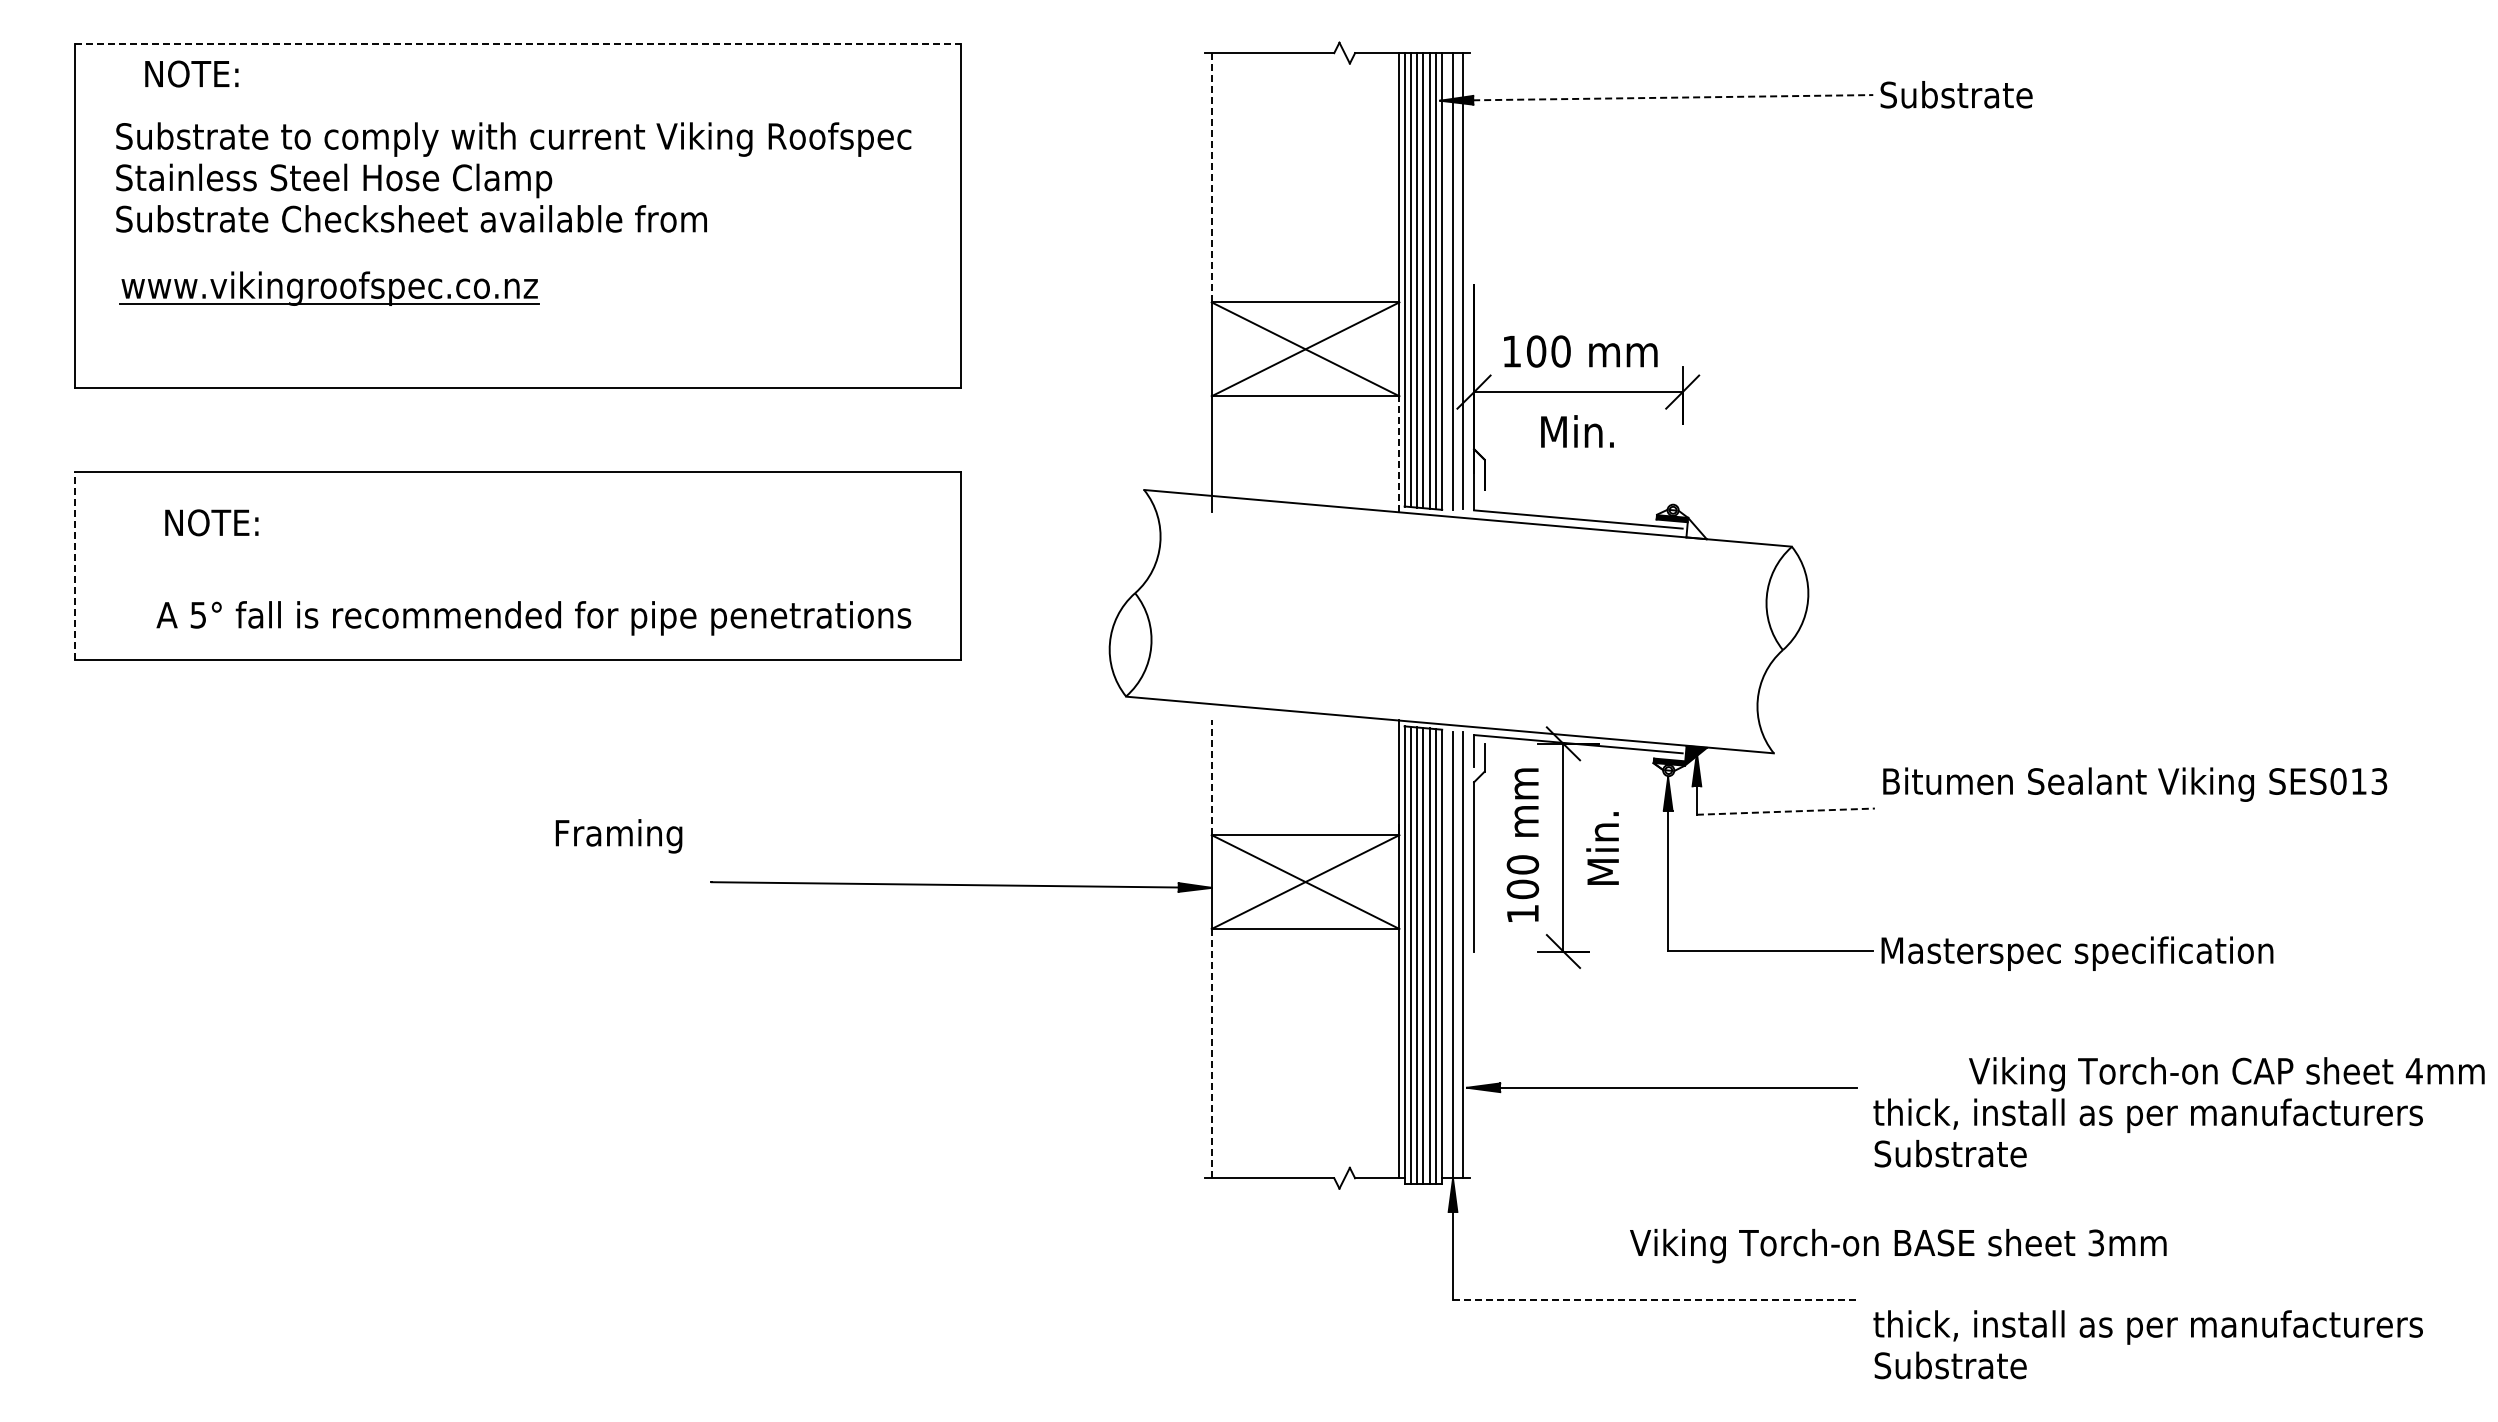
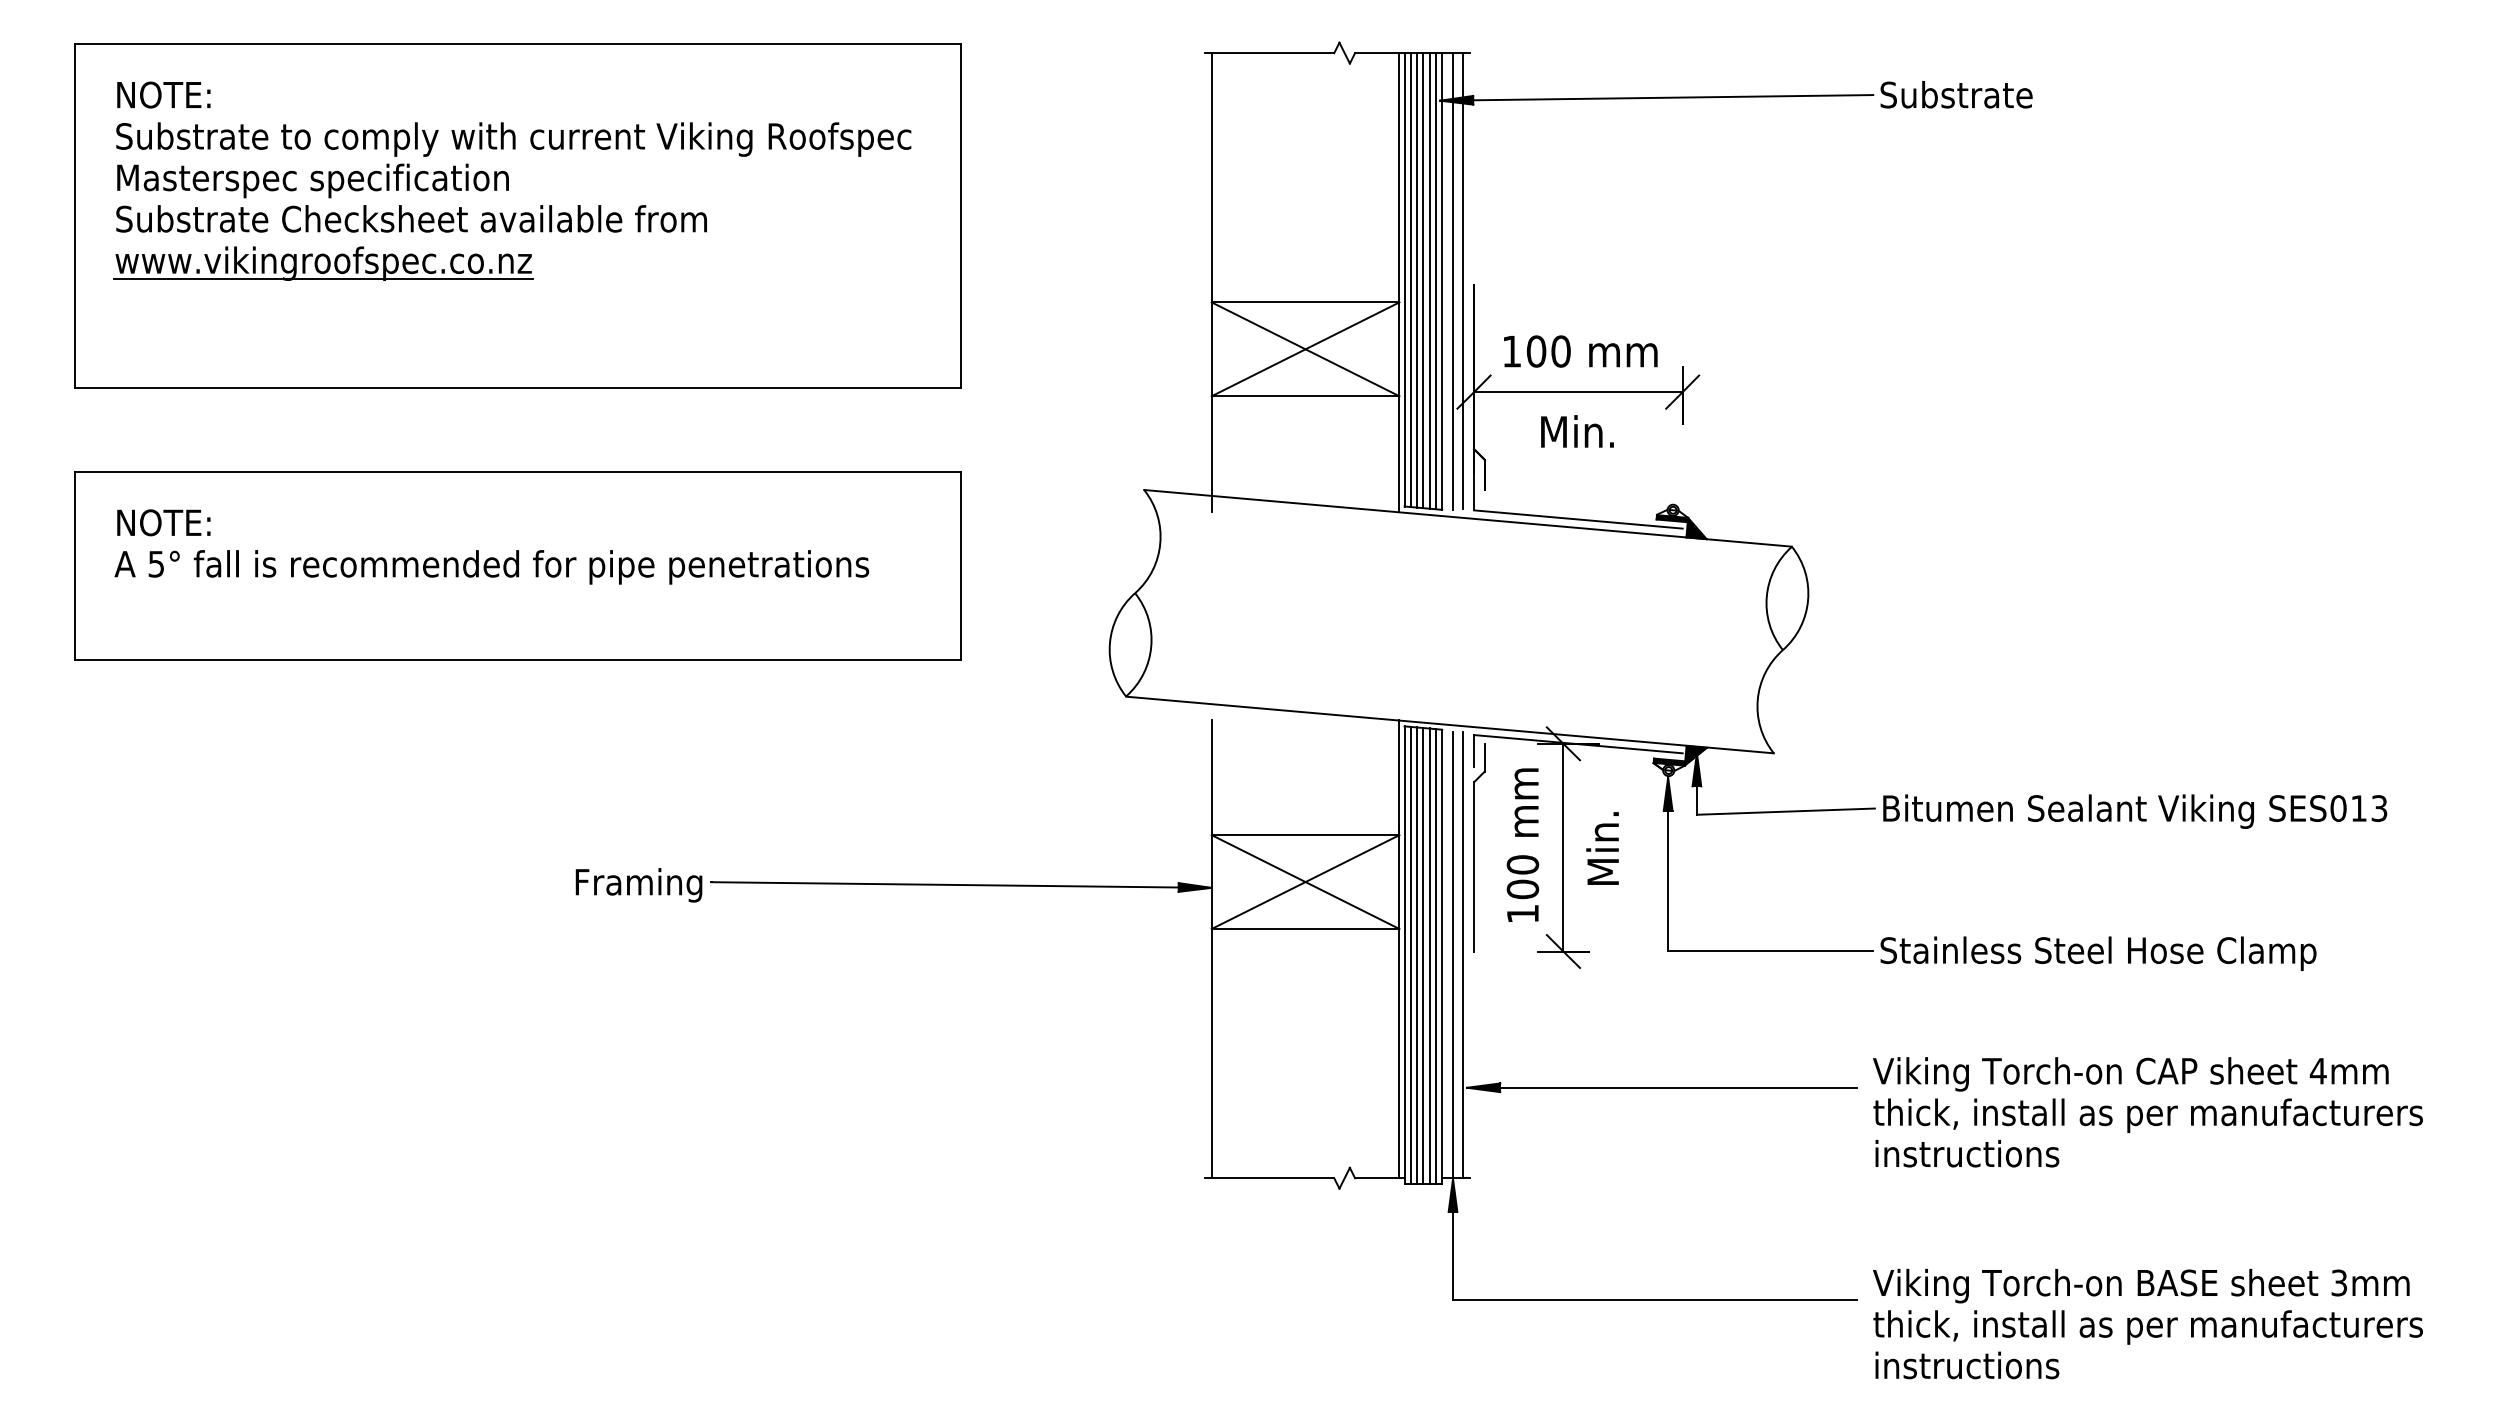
line at (518, 44): dashed -> solid
text at (191, 73) position: (191, 73) -> (163, 94)
line at (1656, 97): dashed -> solid
line at (1211, 177): dashed -> solid
text at (334, 180): Stainless Steel Hose Clamp -> Masterspec specification
part at (329, 288) position: (329, 288) -> (323, 263)
line at (1399, 454): dashed -> solid
text at (211, 522) position: (211, 522) -> (163, 522)
fill at (1696, 528): none -> present
line at (74, 566): dashed -> solid
text at (533, 618) position: (533, 618) -> (491, 567)
line at (1211, 777): dashed -> solid
text at (2135, 784) position: (2135, 784) -> (2135, 811)
line at (1786, 811): dashed -> solid
text at (618, 836) position: (618, 836) -> (638, 885)
text at (2098, 953): Masterspec specification -> Stainless Steel Hose Clamp
line at (1211, 1053): dashed -> solid
text at (2226, 1074) position: (2226, 1074) -> (2130, 1074)
text at (1966, 1153): Substrate -> instructions
text at (1898, 1245) position: (1898, 1245) -> (2141, 1285)
line at (1654, 1299): dashed -> solid
text at (1966, 1365): Substrate -> instructions
